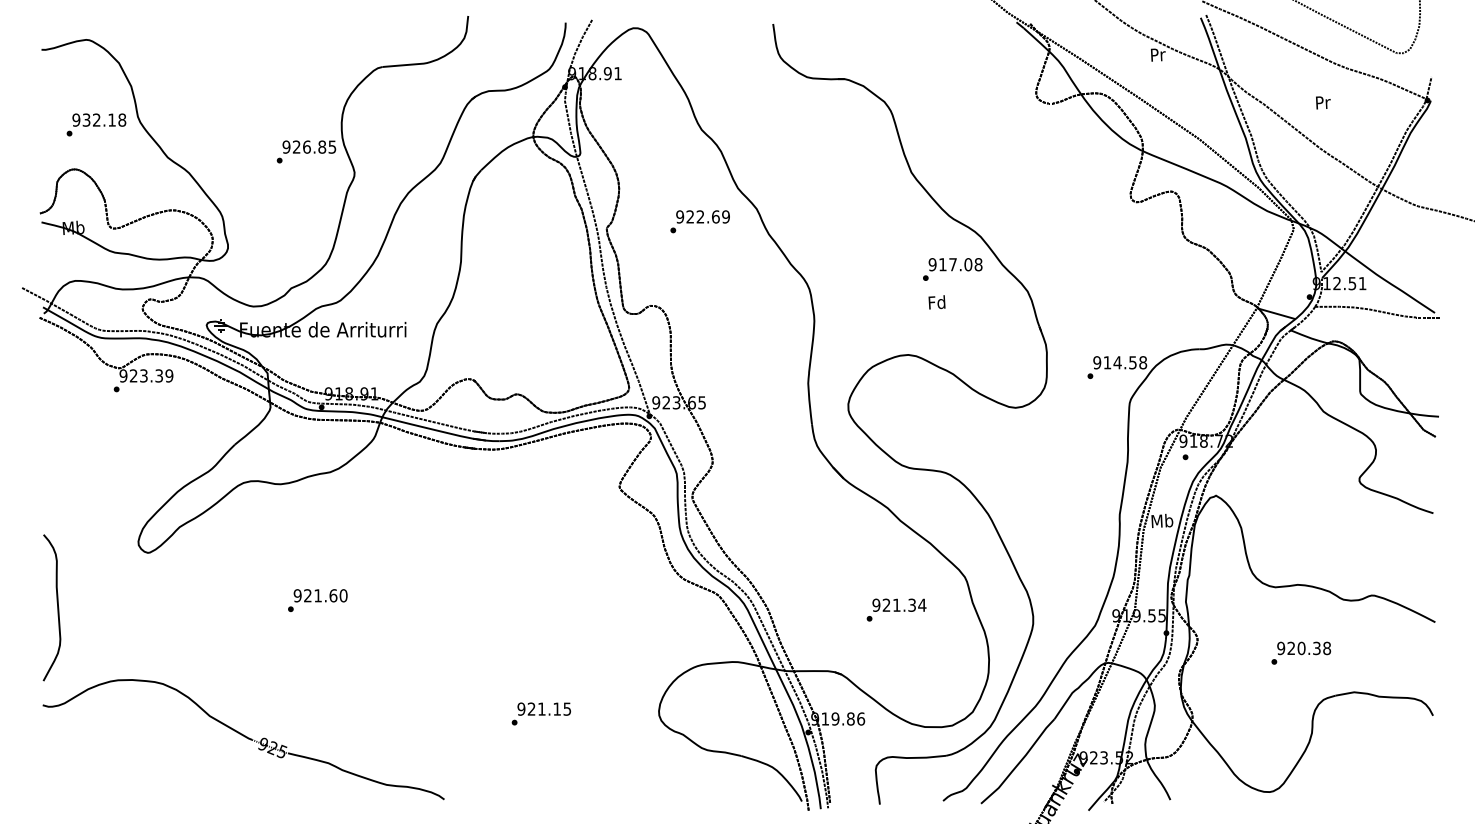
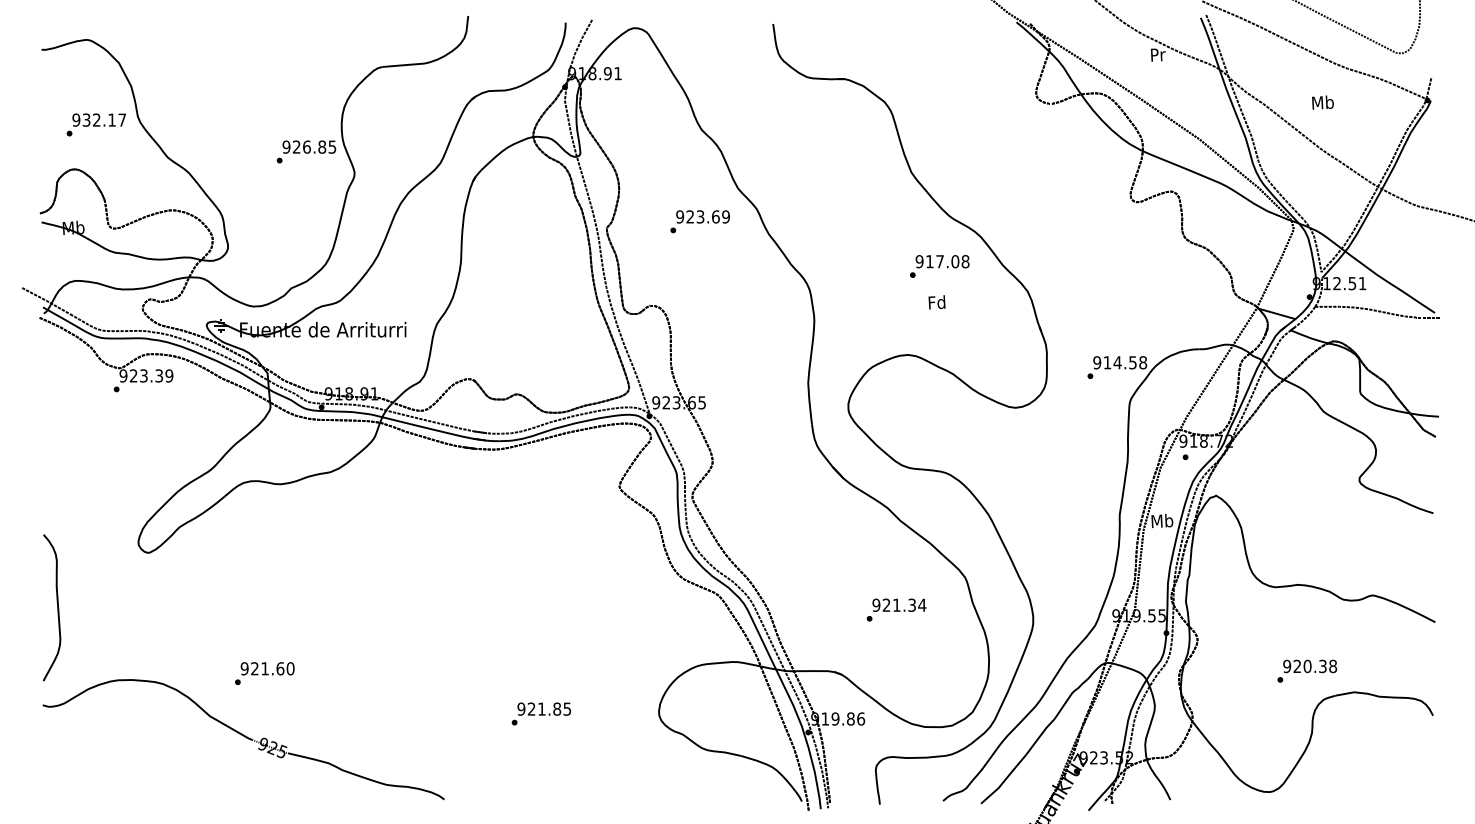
text at (1322, 102): Pr -> Mb
text at (122, 119): 932.18 -> 932.17
text at (700, 216): 922.69 -> 923.69
text at (952, 269) position: (952, 269) -> (939, 266)
text at (317, 600) position: (317, 600) -> (264, 673)
text at (1301, 652) position: (1301, 652) -> (1307, 670)
text at (557, 708): 921.15 -> 921.85
